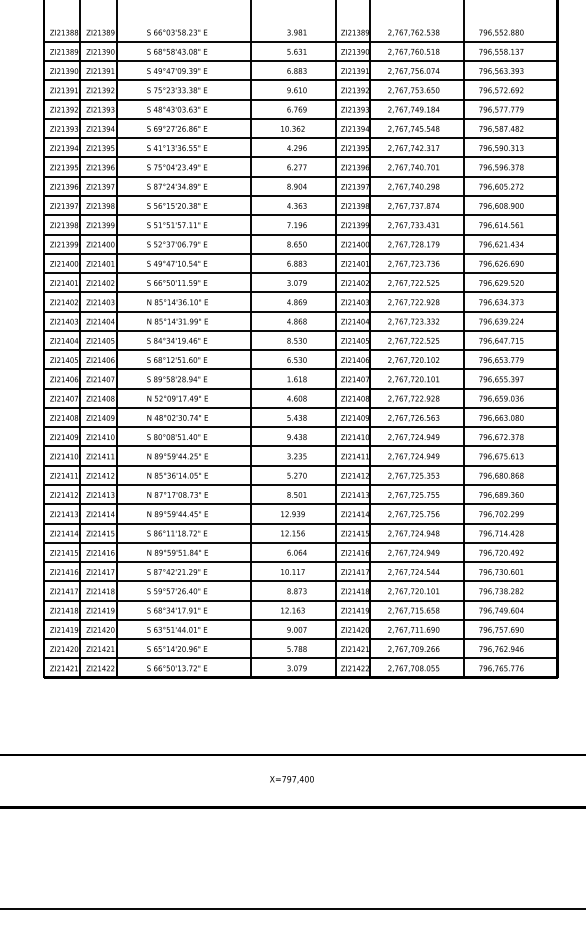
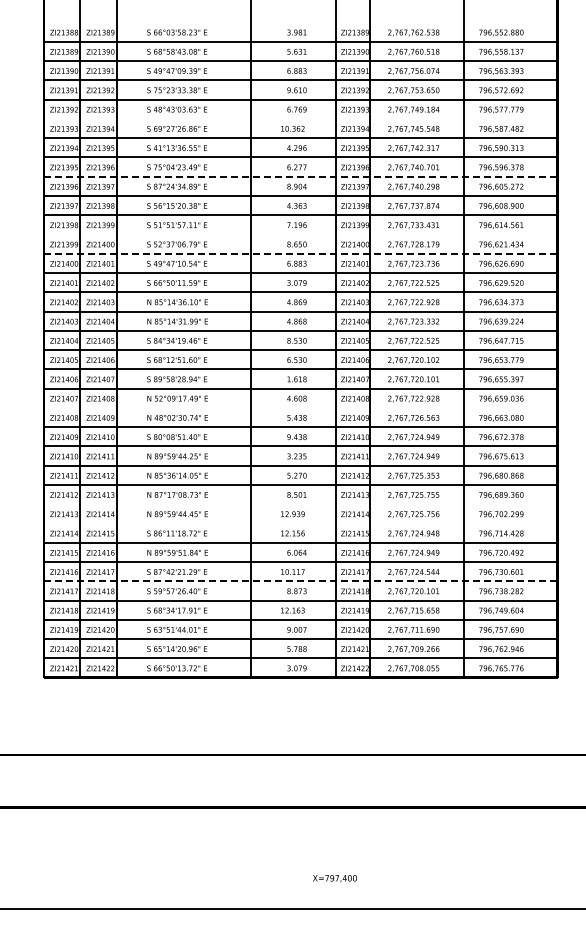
line at (300, 118): present -> none
line at (300, 176): solid -> dashed
line at (300, 234): present -> none
line at (300, 253): solid -> dashed
line at (300, 407): present -> none
line at (300, 504): present -> none
line at (300, 523): present -> none
line at (300, 581): solid -> dashed
text at (291, 779) position: (291, 779) -> (334, 878)
